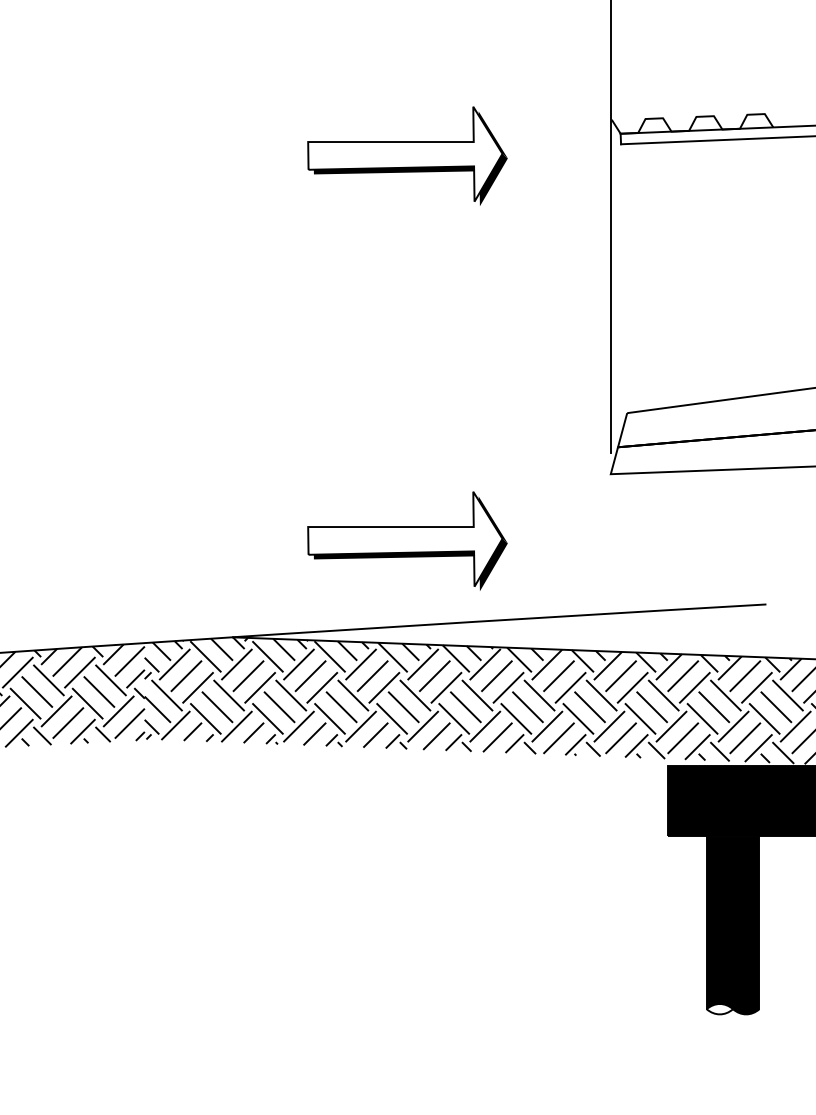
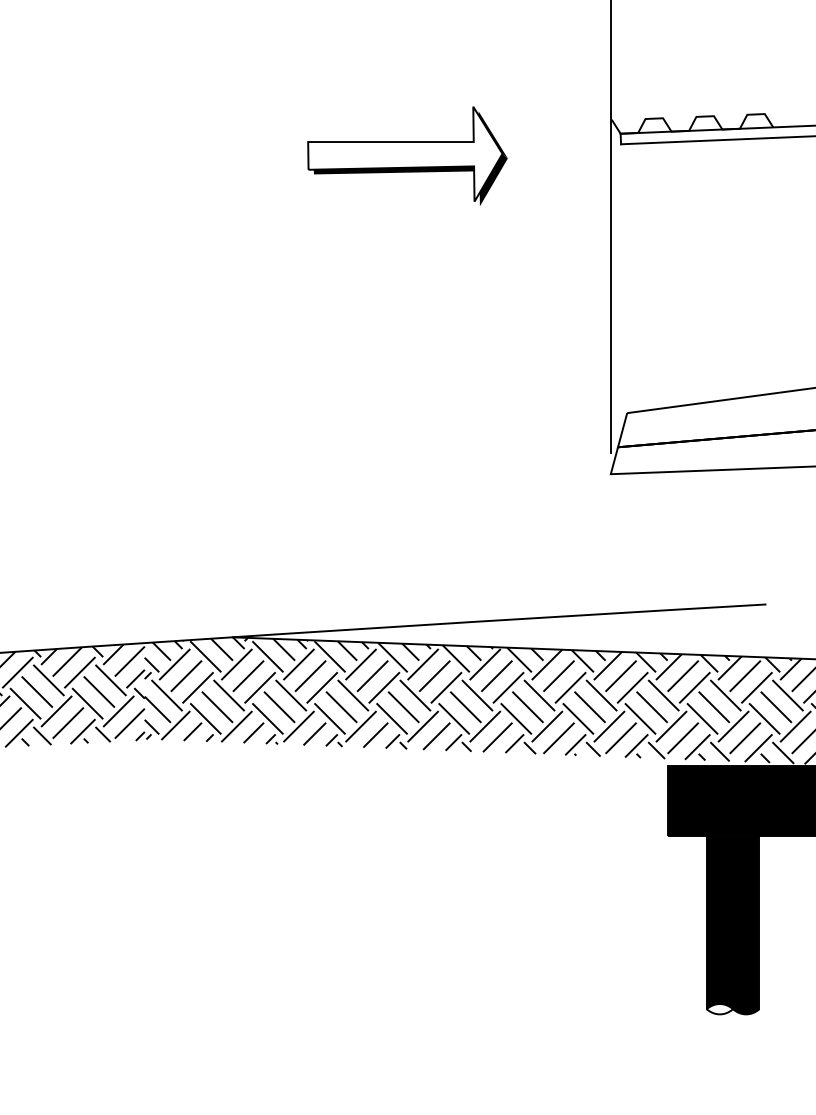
part at (407, 540): present -> none
